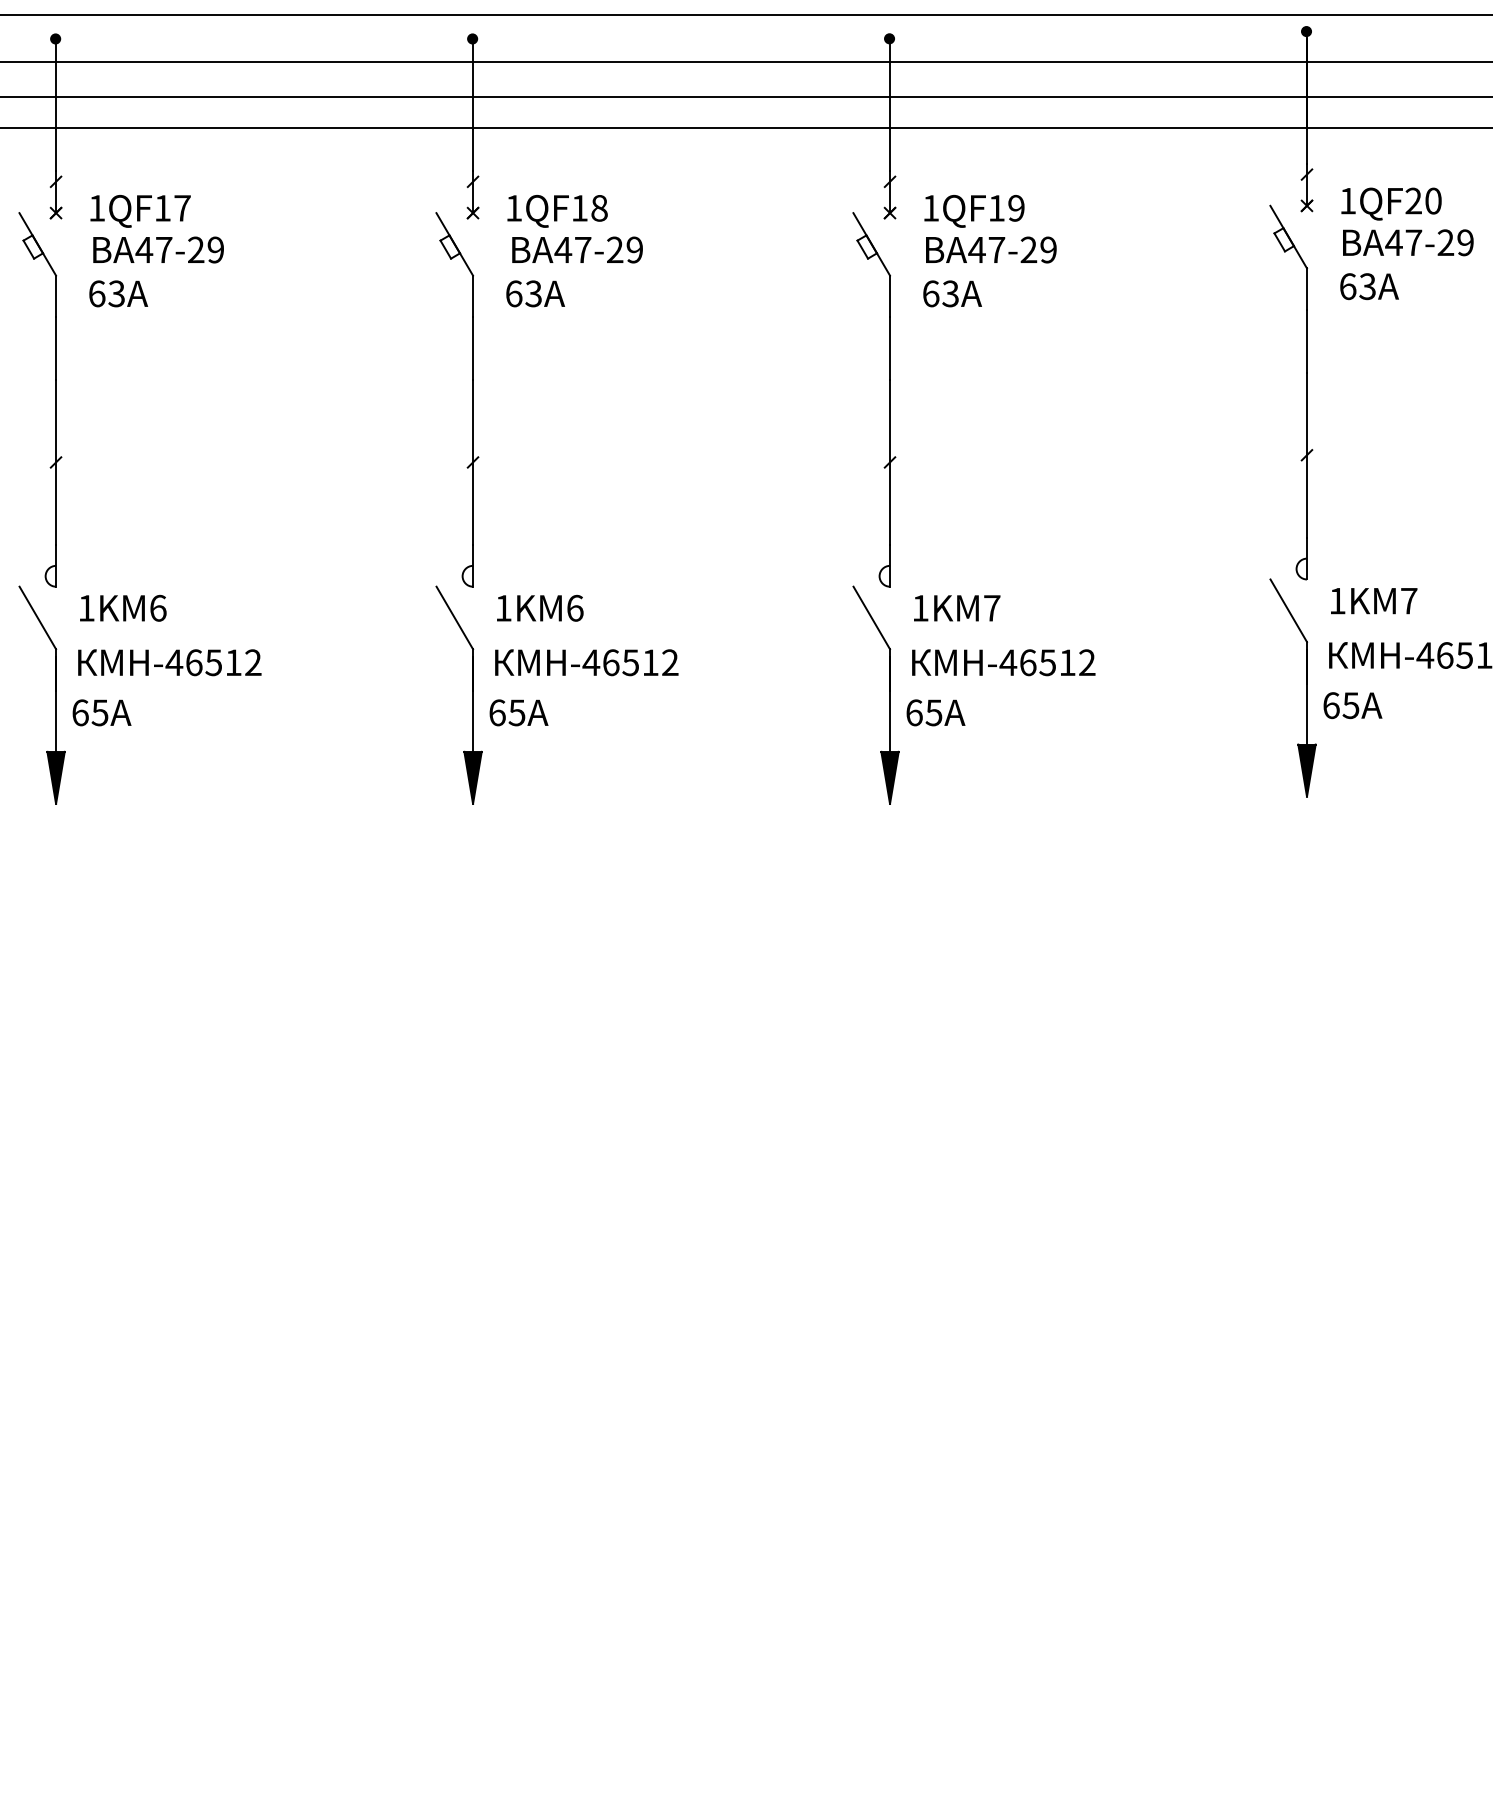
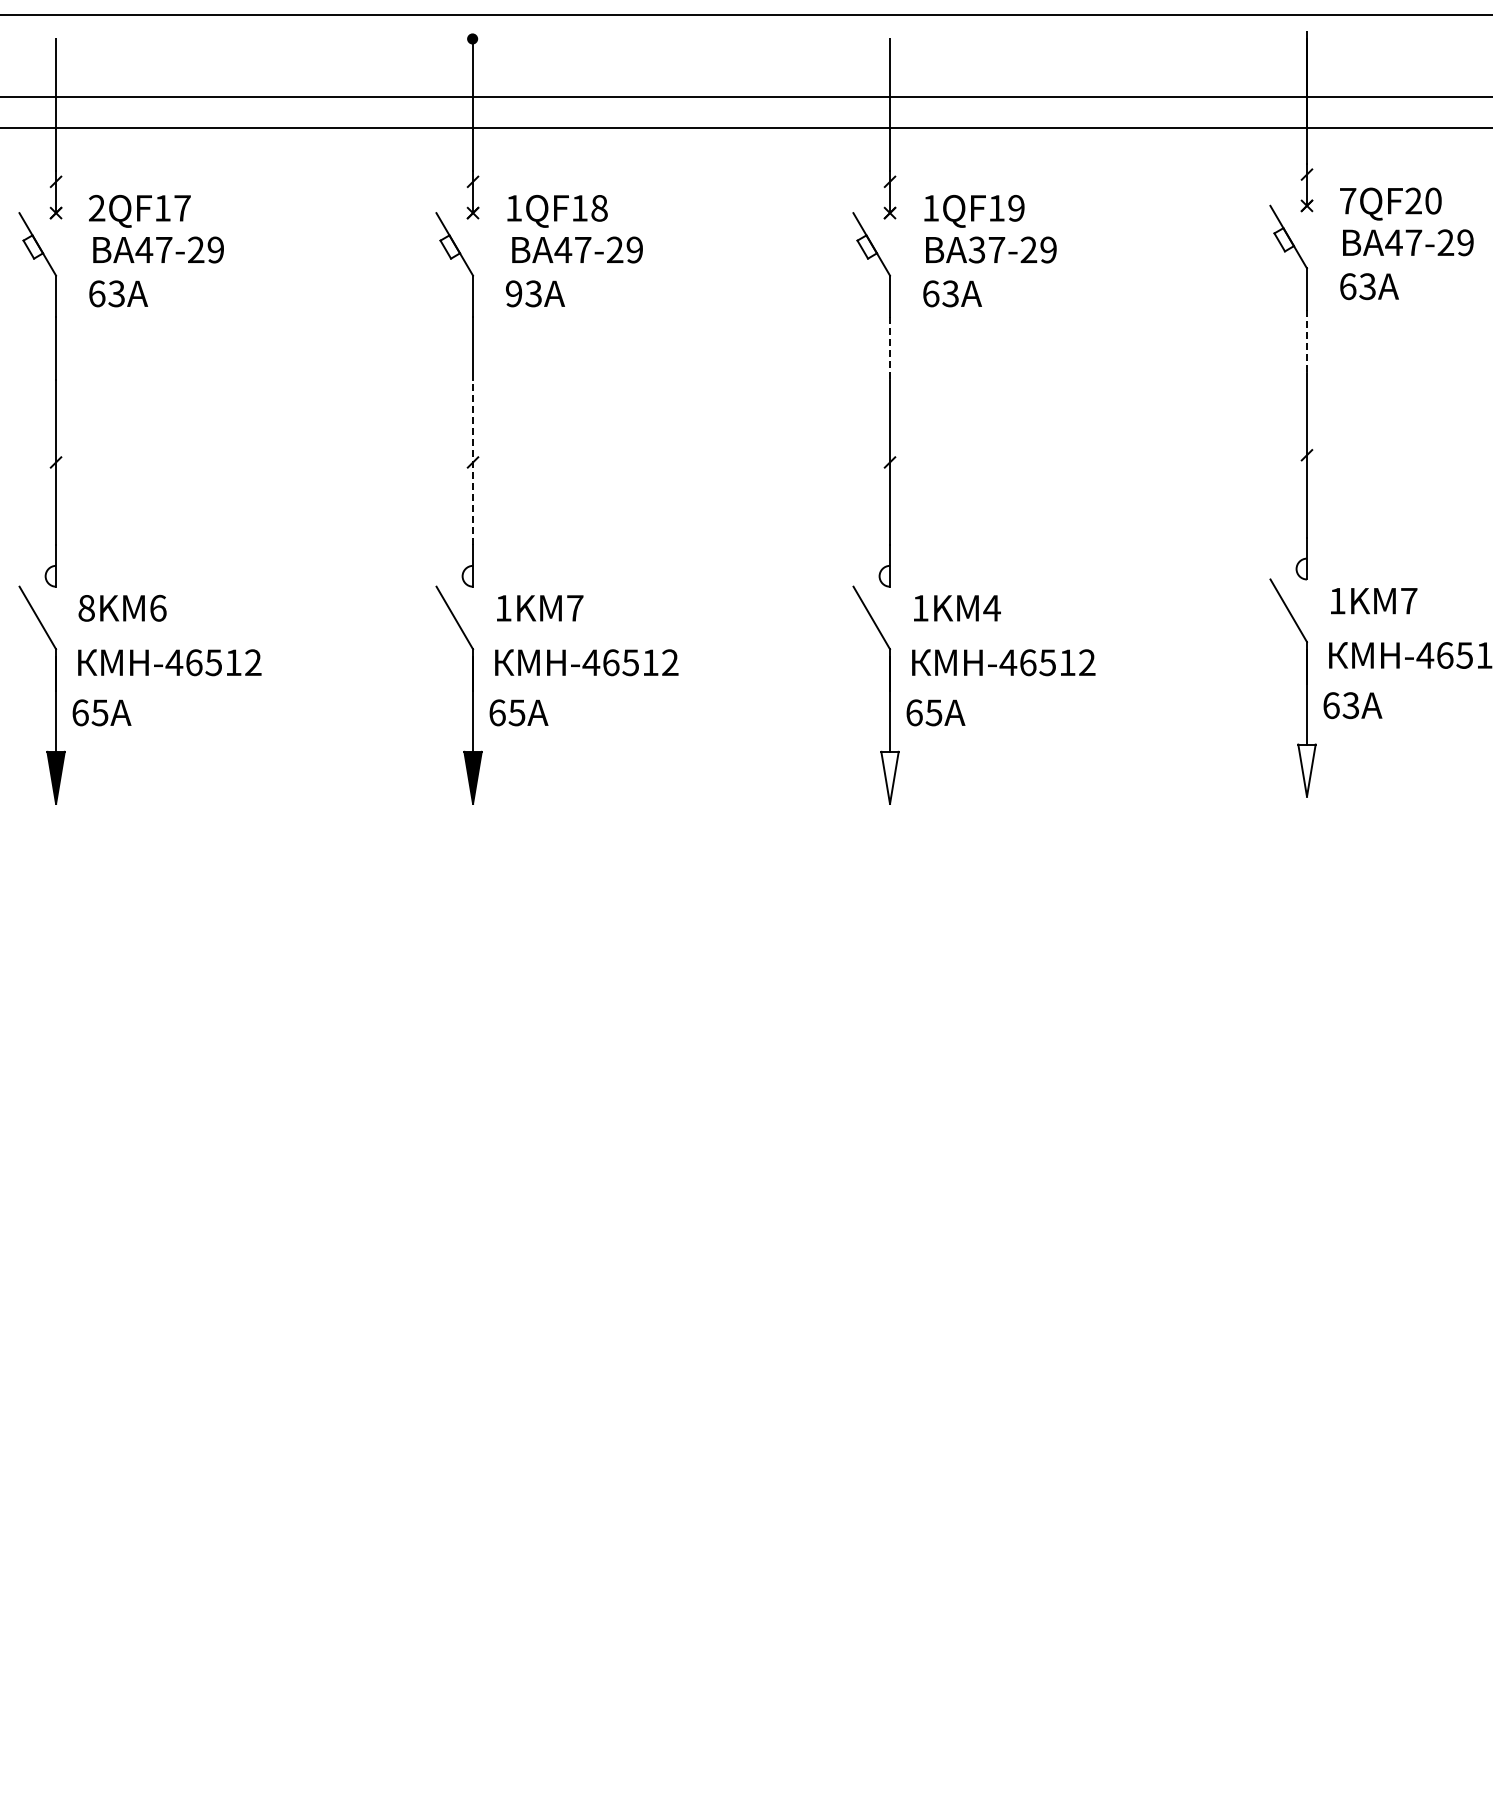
fill at (1306, 31): present -> none
fill at (55, 38): present -> none
fill at (889, 38): present -> none
line at (745, 61): present -> none
text at (1348, 201): 1QF20 -> 7QF20
text at (97, 207): 1QF17 -> 2QF17
text at (976, 249): 47-29 -> 37-29
text at (514, 293): 63 -> 93
line at (1306, 341): solid -> dashed
line at (890, 349): solid -> dashed
line at (473, 462): solid -> dashed
text at (575, 607): 1KM6 -> 1KM7
text at (86, 608): 1KM6 -> 8KM6
text at (991, 608): 1KM7 -> 1KM4
text at (1351, 705): 65A -> 63A
fill at (1306, 770): present -> none
fill at (889, 777): present -> none
